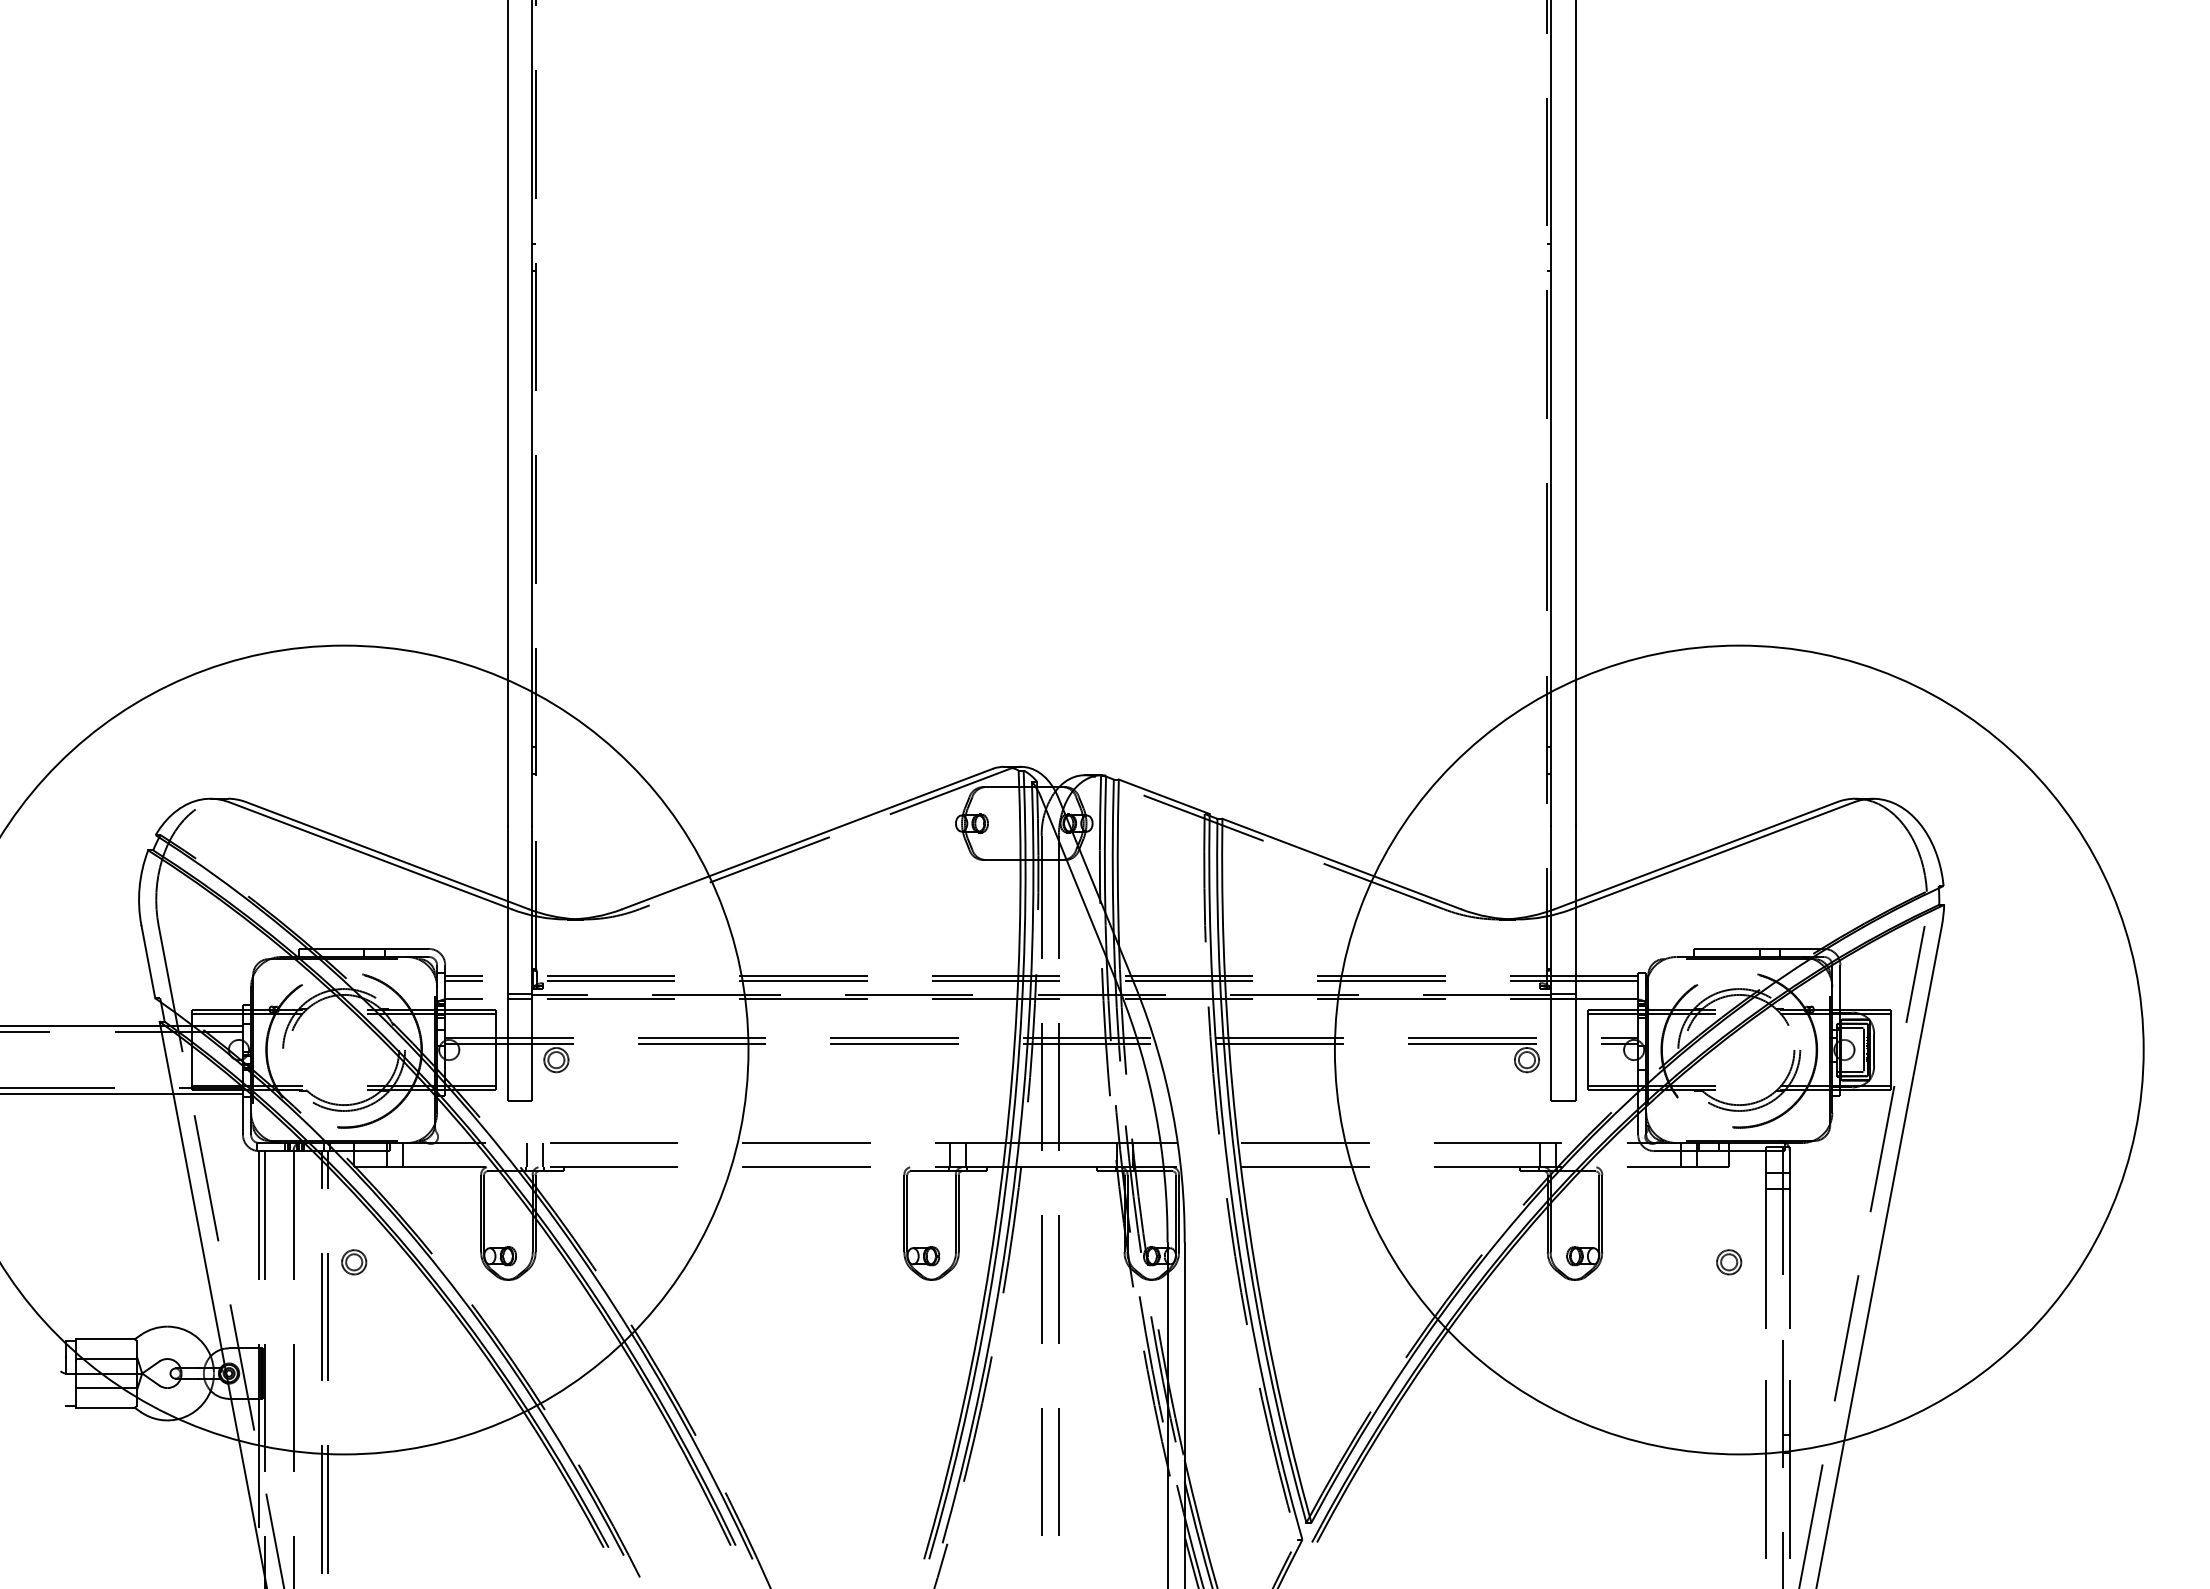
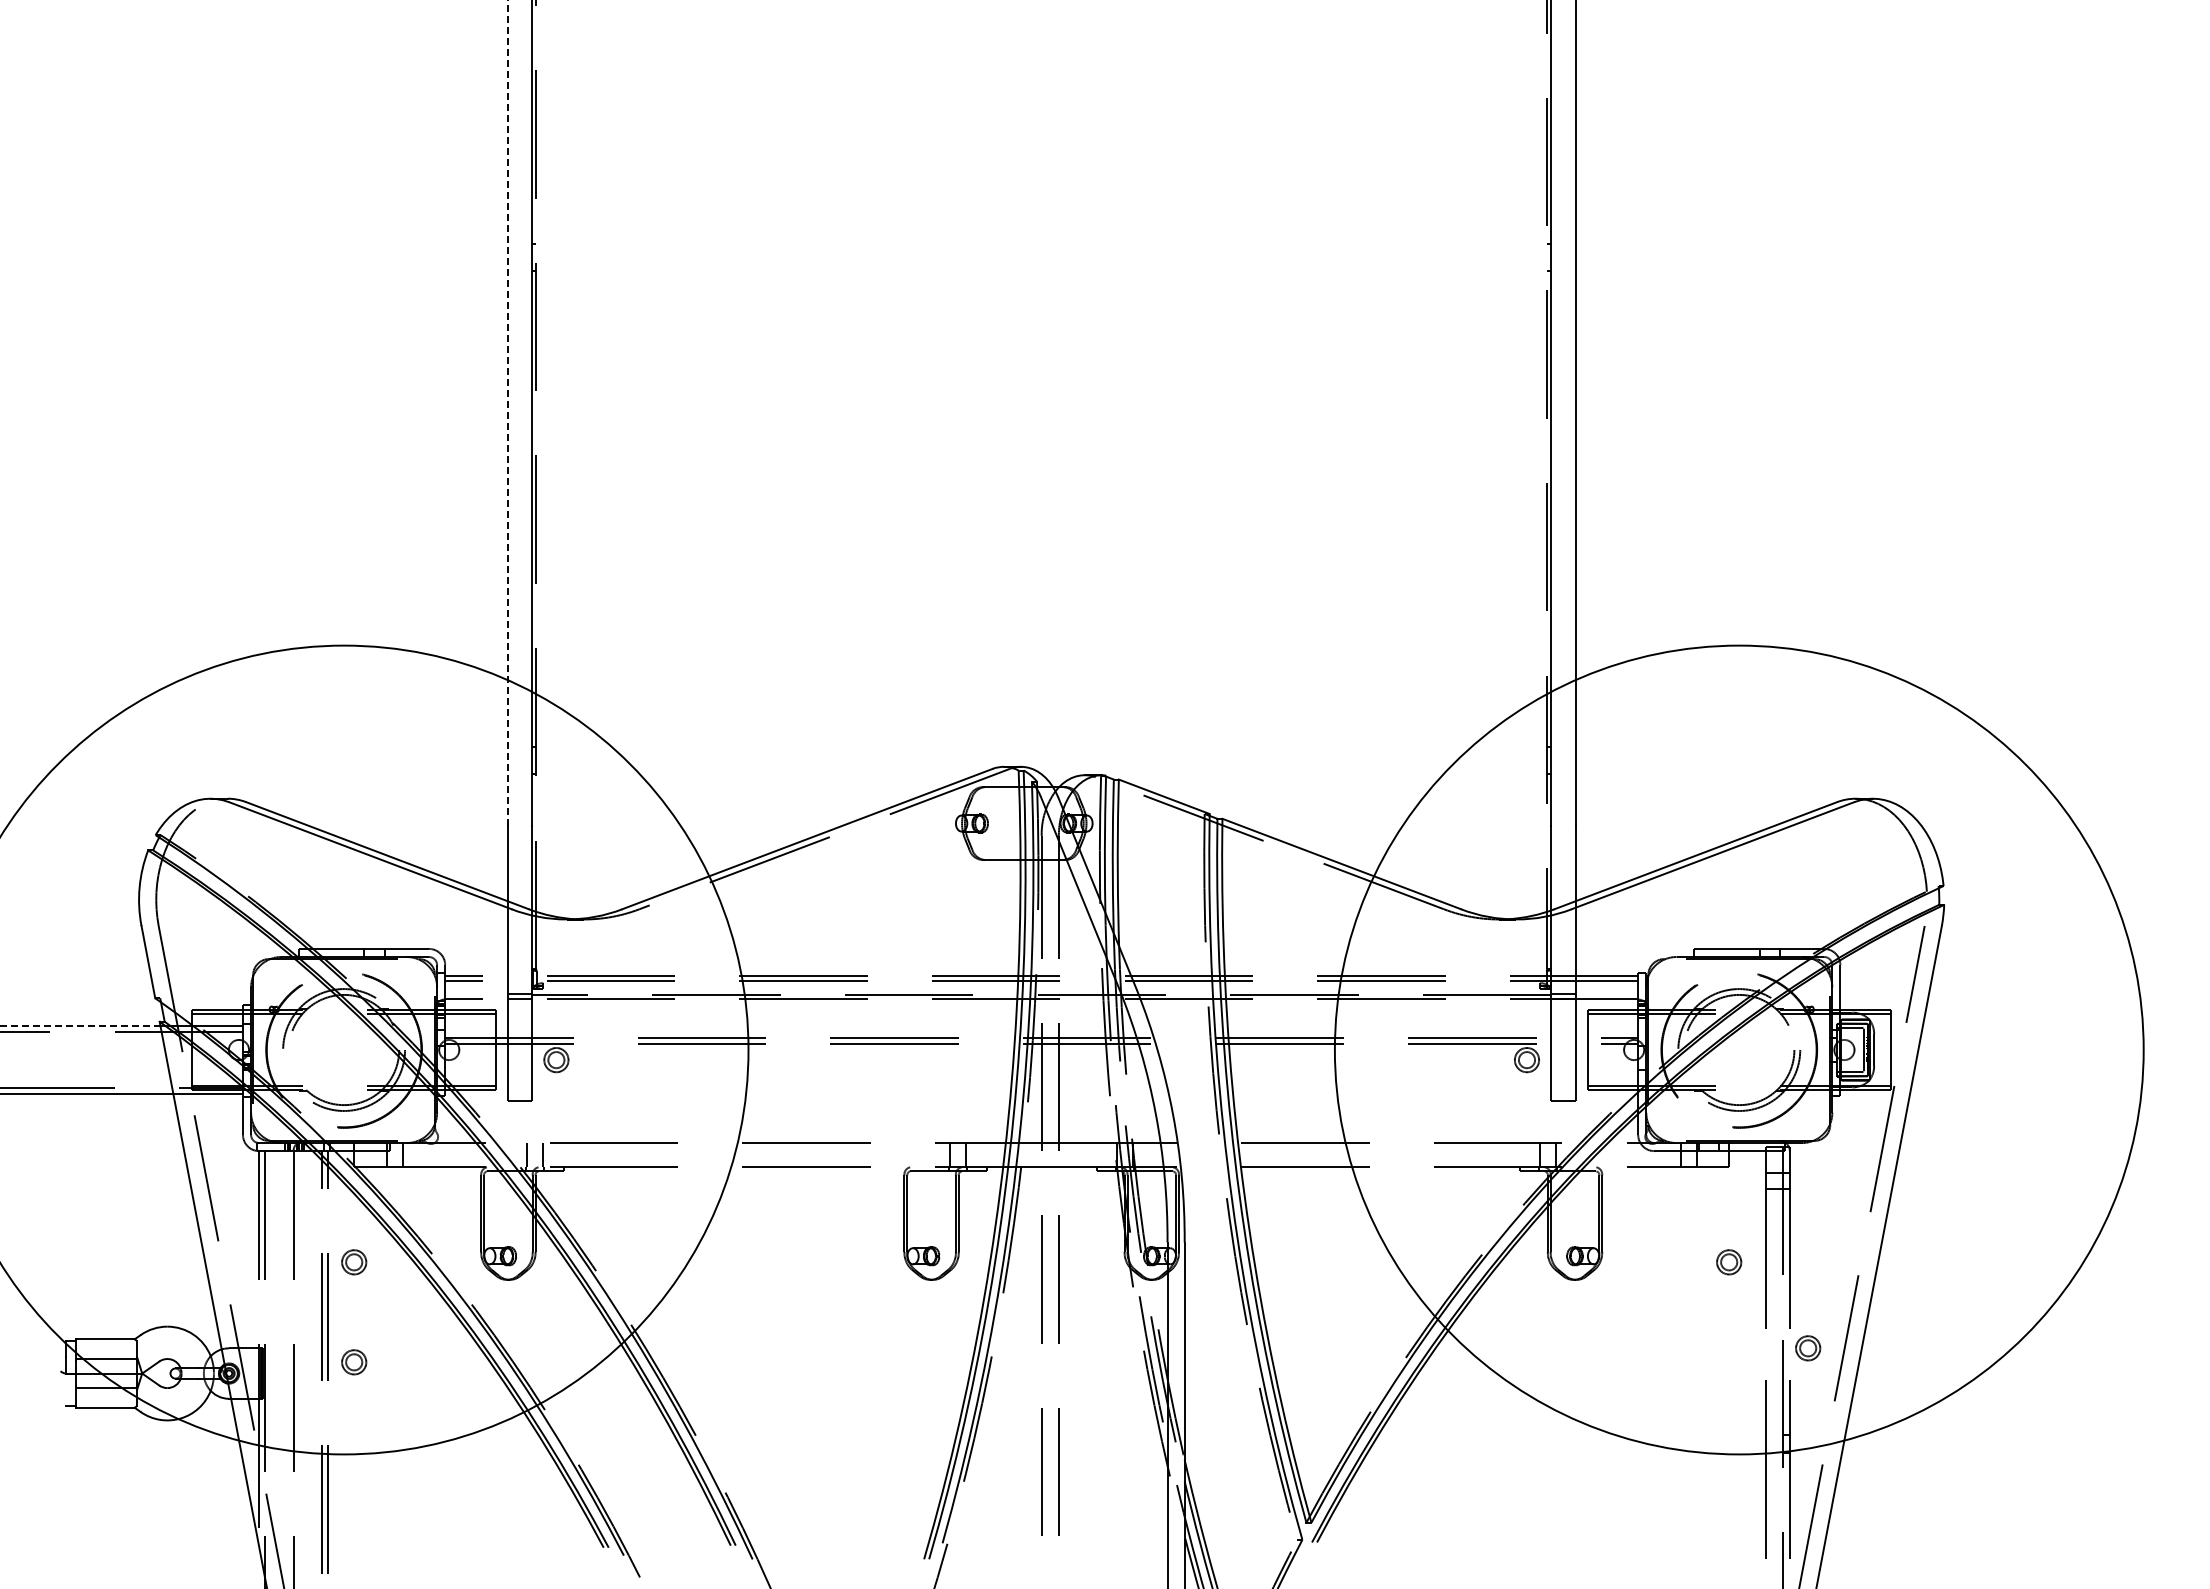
line at (507, 412): solid -> dashed
line at (80, 1026): solid -> dashed
part at (1808, 1348): none -> present
part at (354, 1362): none -> present
